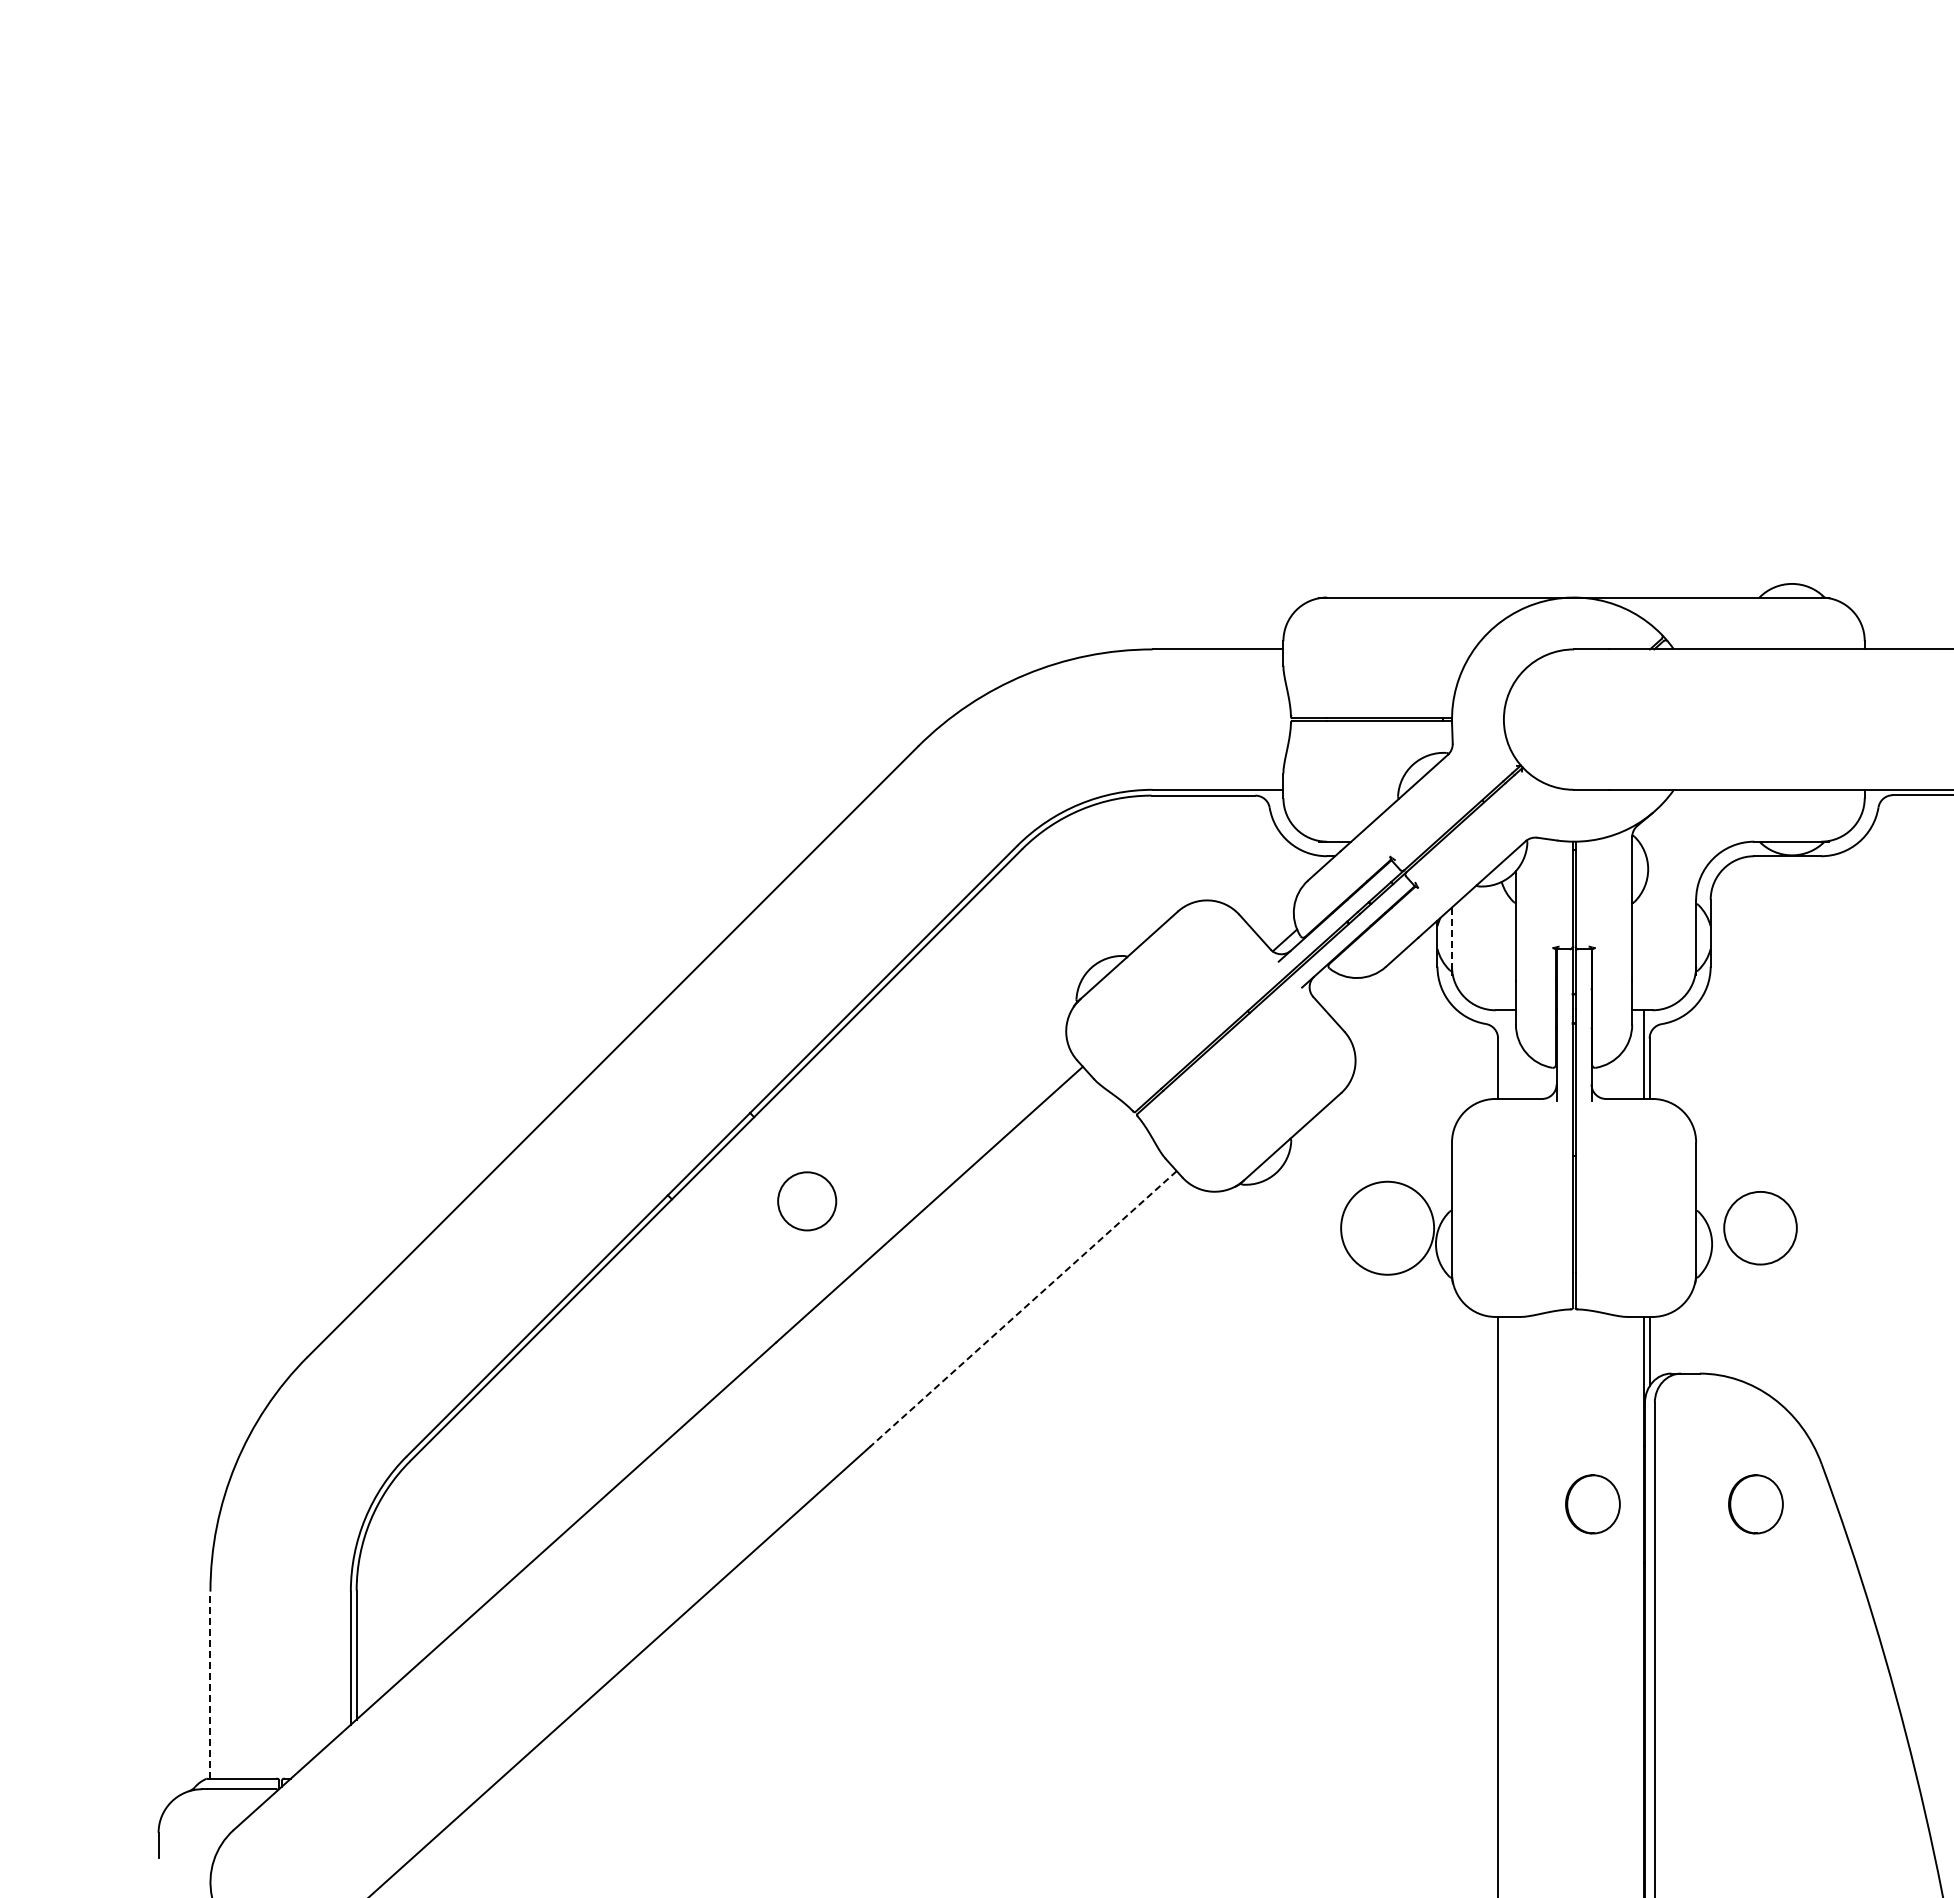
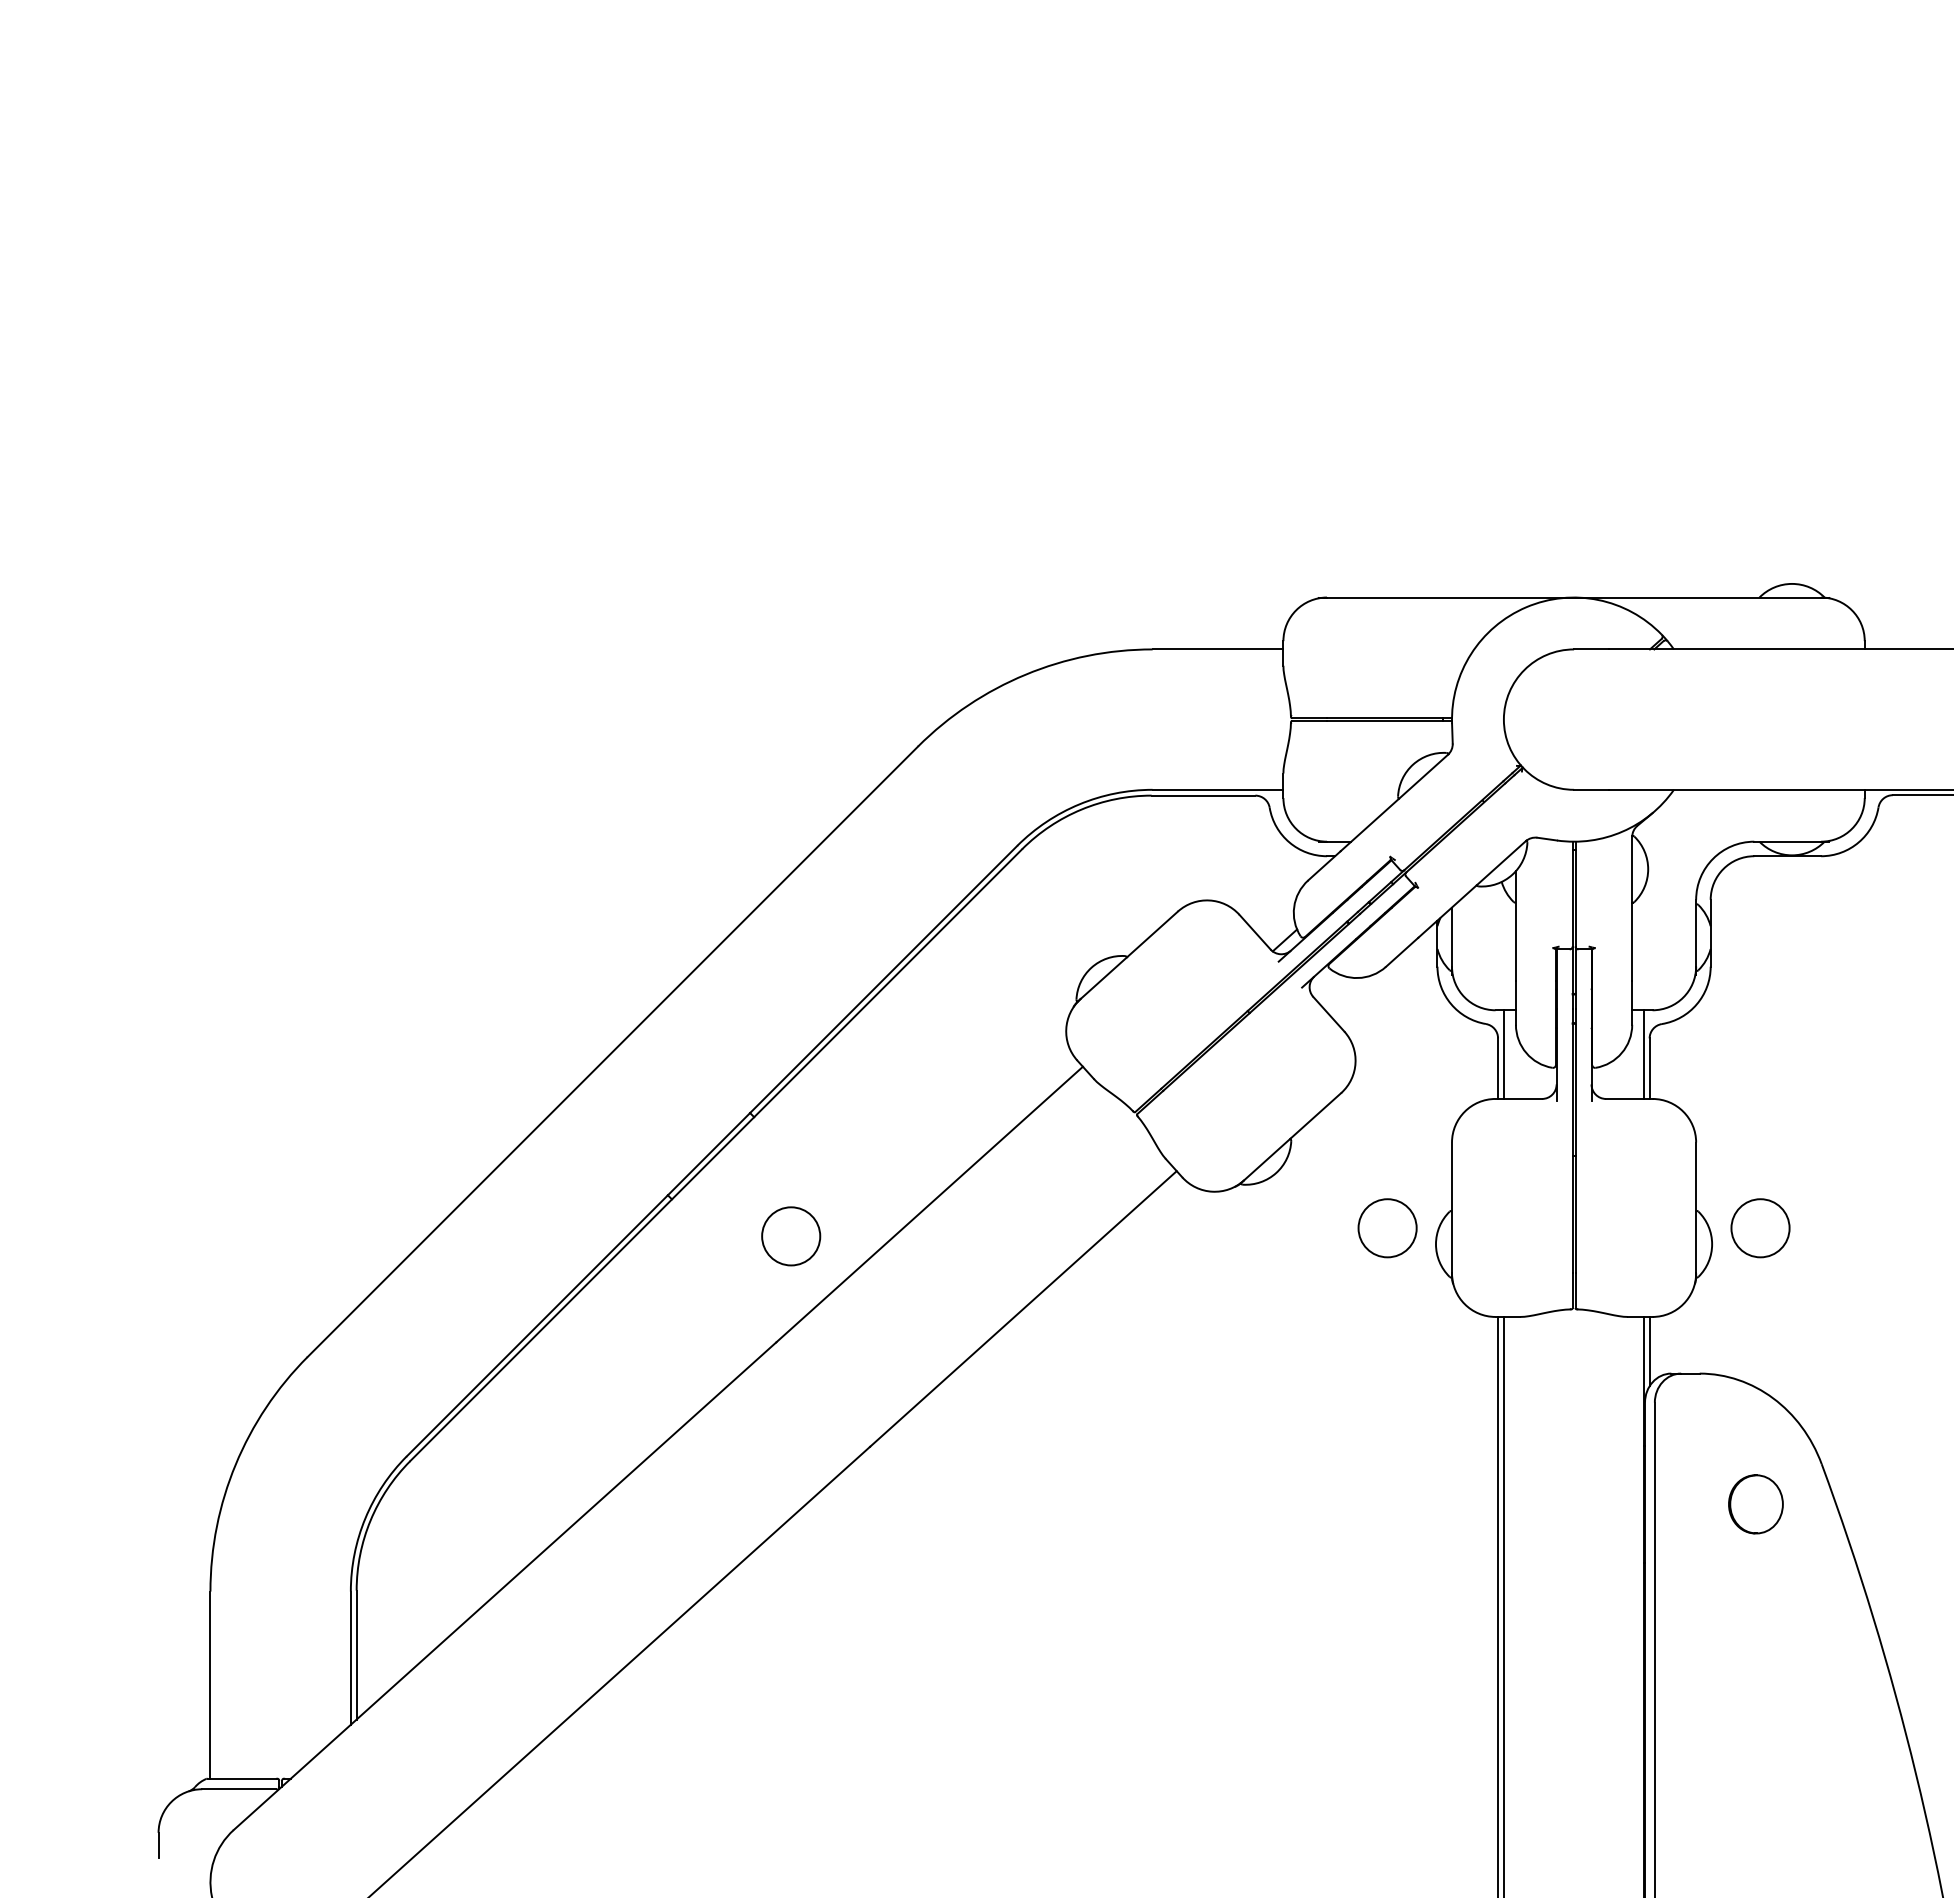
line at (1452, 937): dashed -> solid
line at (1503, 1054): none -> present
circle at (807, 1201) position: (807, 1201) -> (791, 1236)
circle at (1387, 1227) diameter: 93 px -> 58 px
circle at (1760, 1228) size: 75x75 px -> 61x61 px
line at (1023, 1309): dashed -> solid
part at (1592, 1504): present -> none
line at (1503, 1605): none -> present
line at (210, 1685): dashed -> solid
